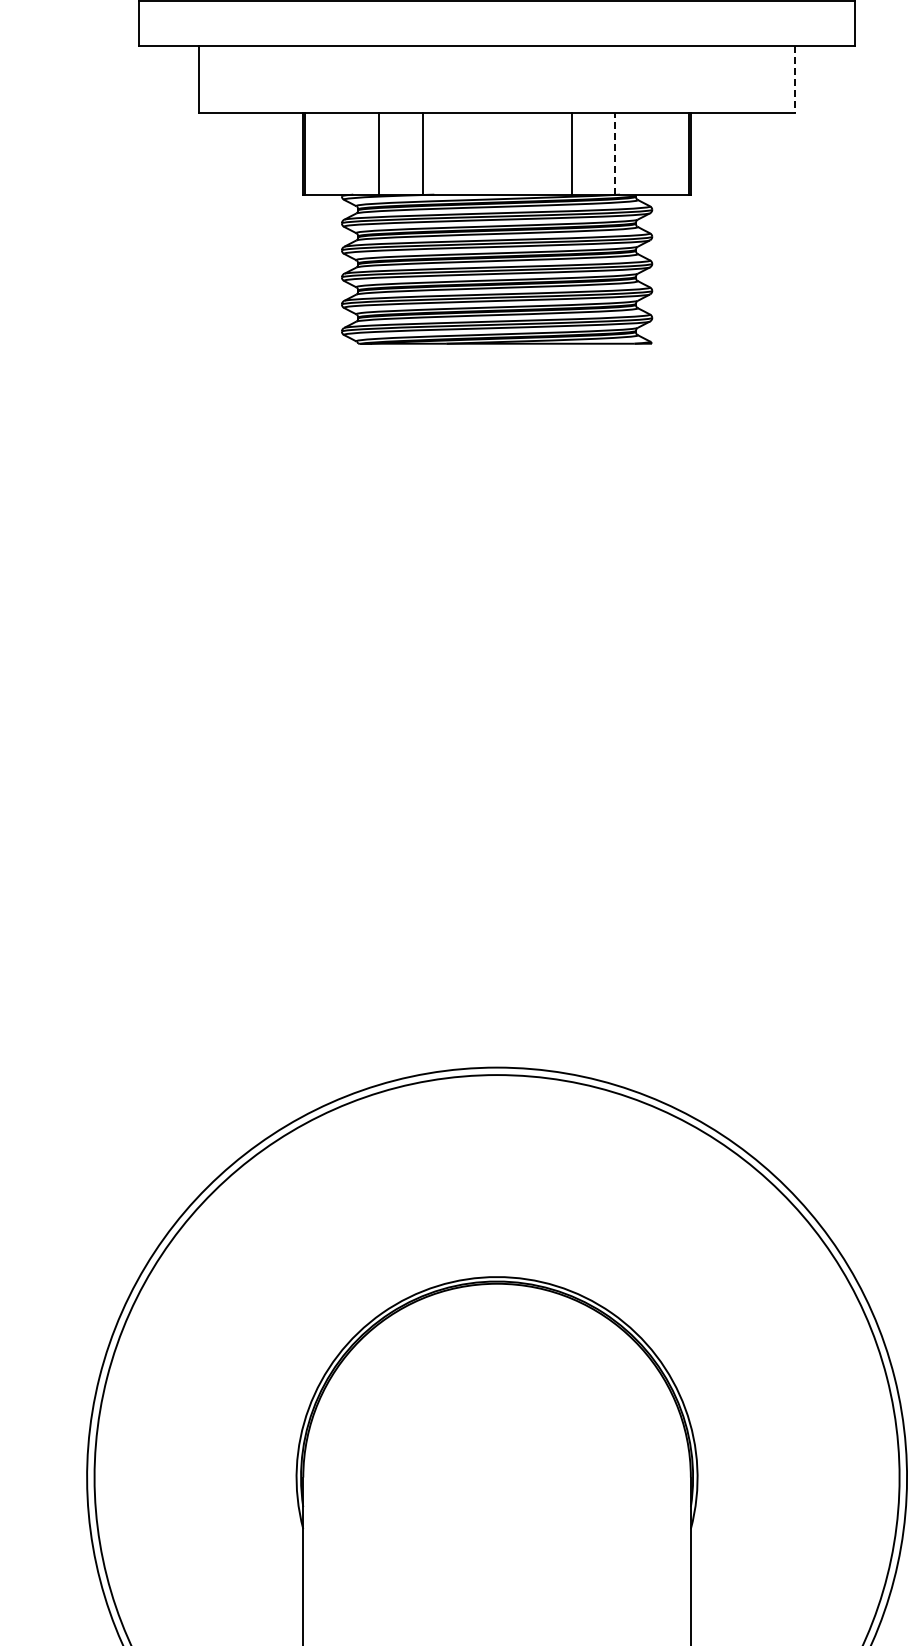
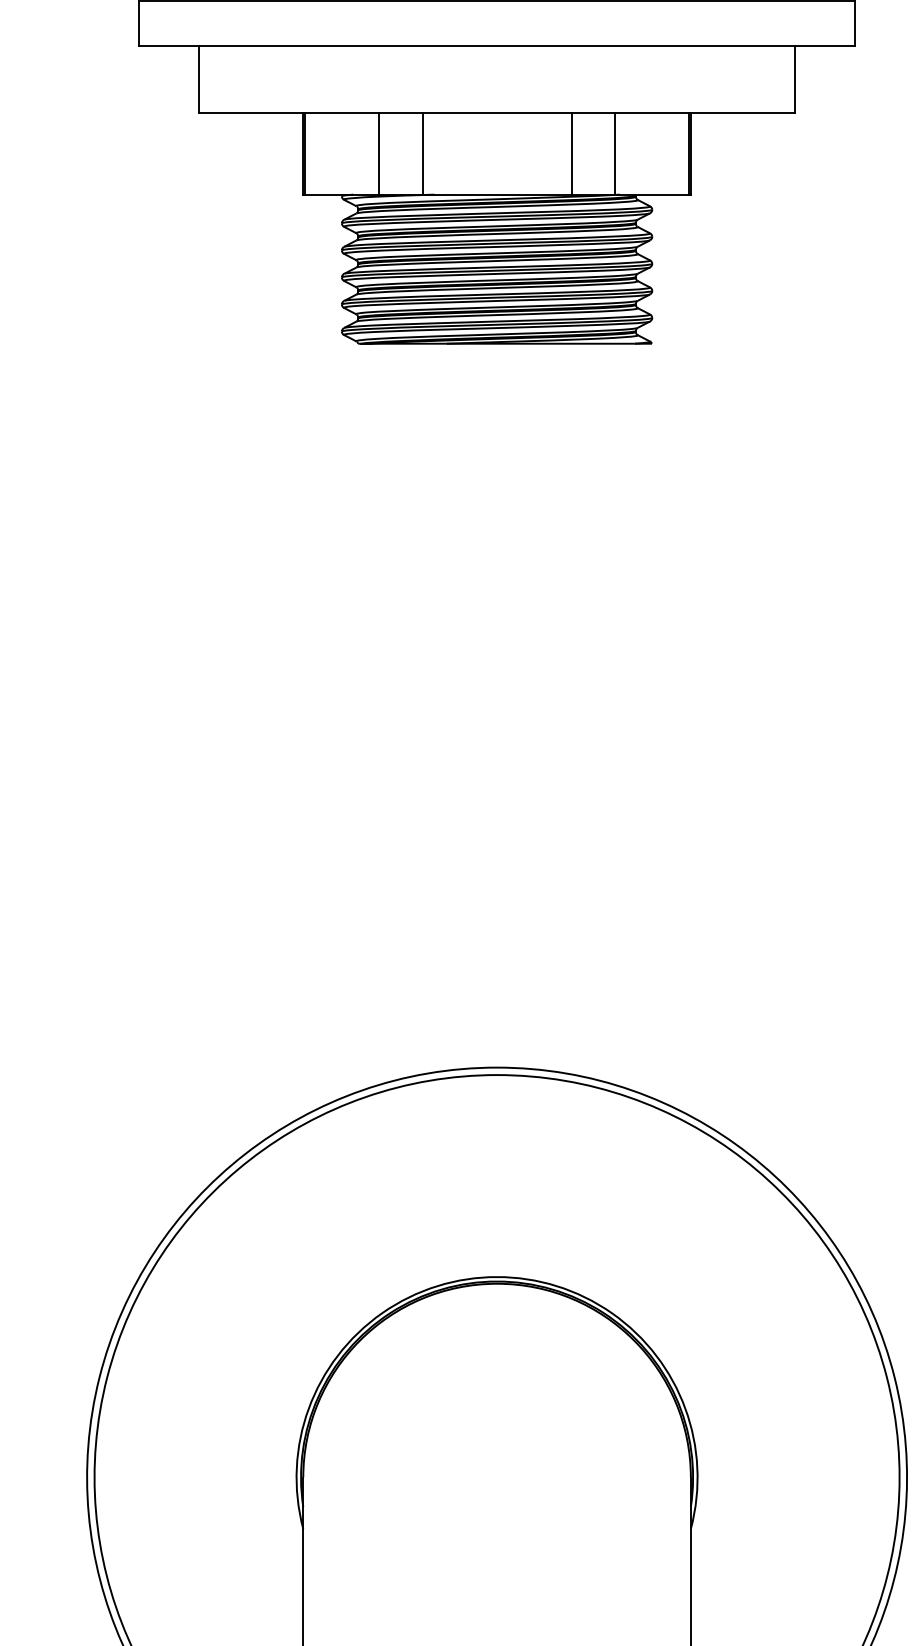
line at (795, 79): dashed -> solid
line at (614, 153): dashed -> solid
